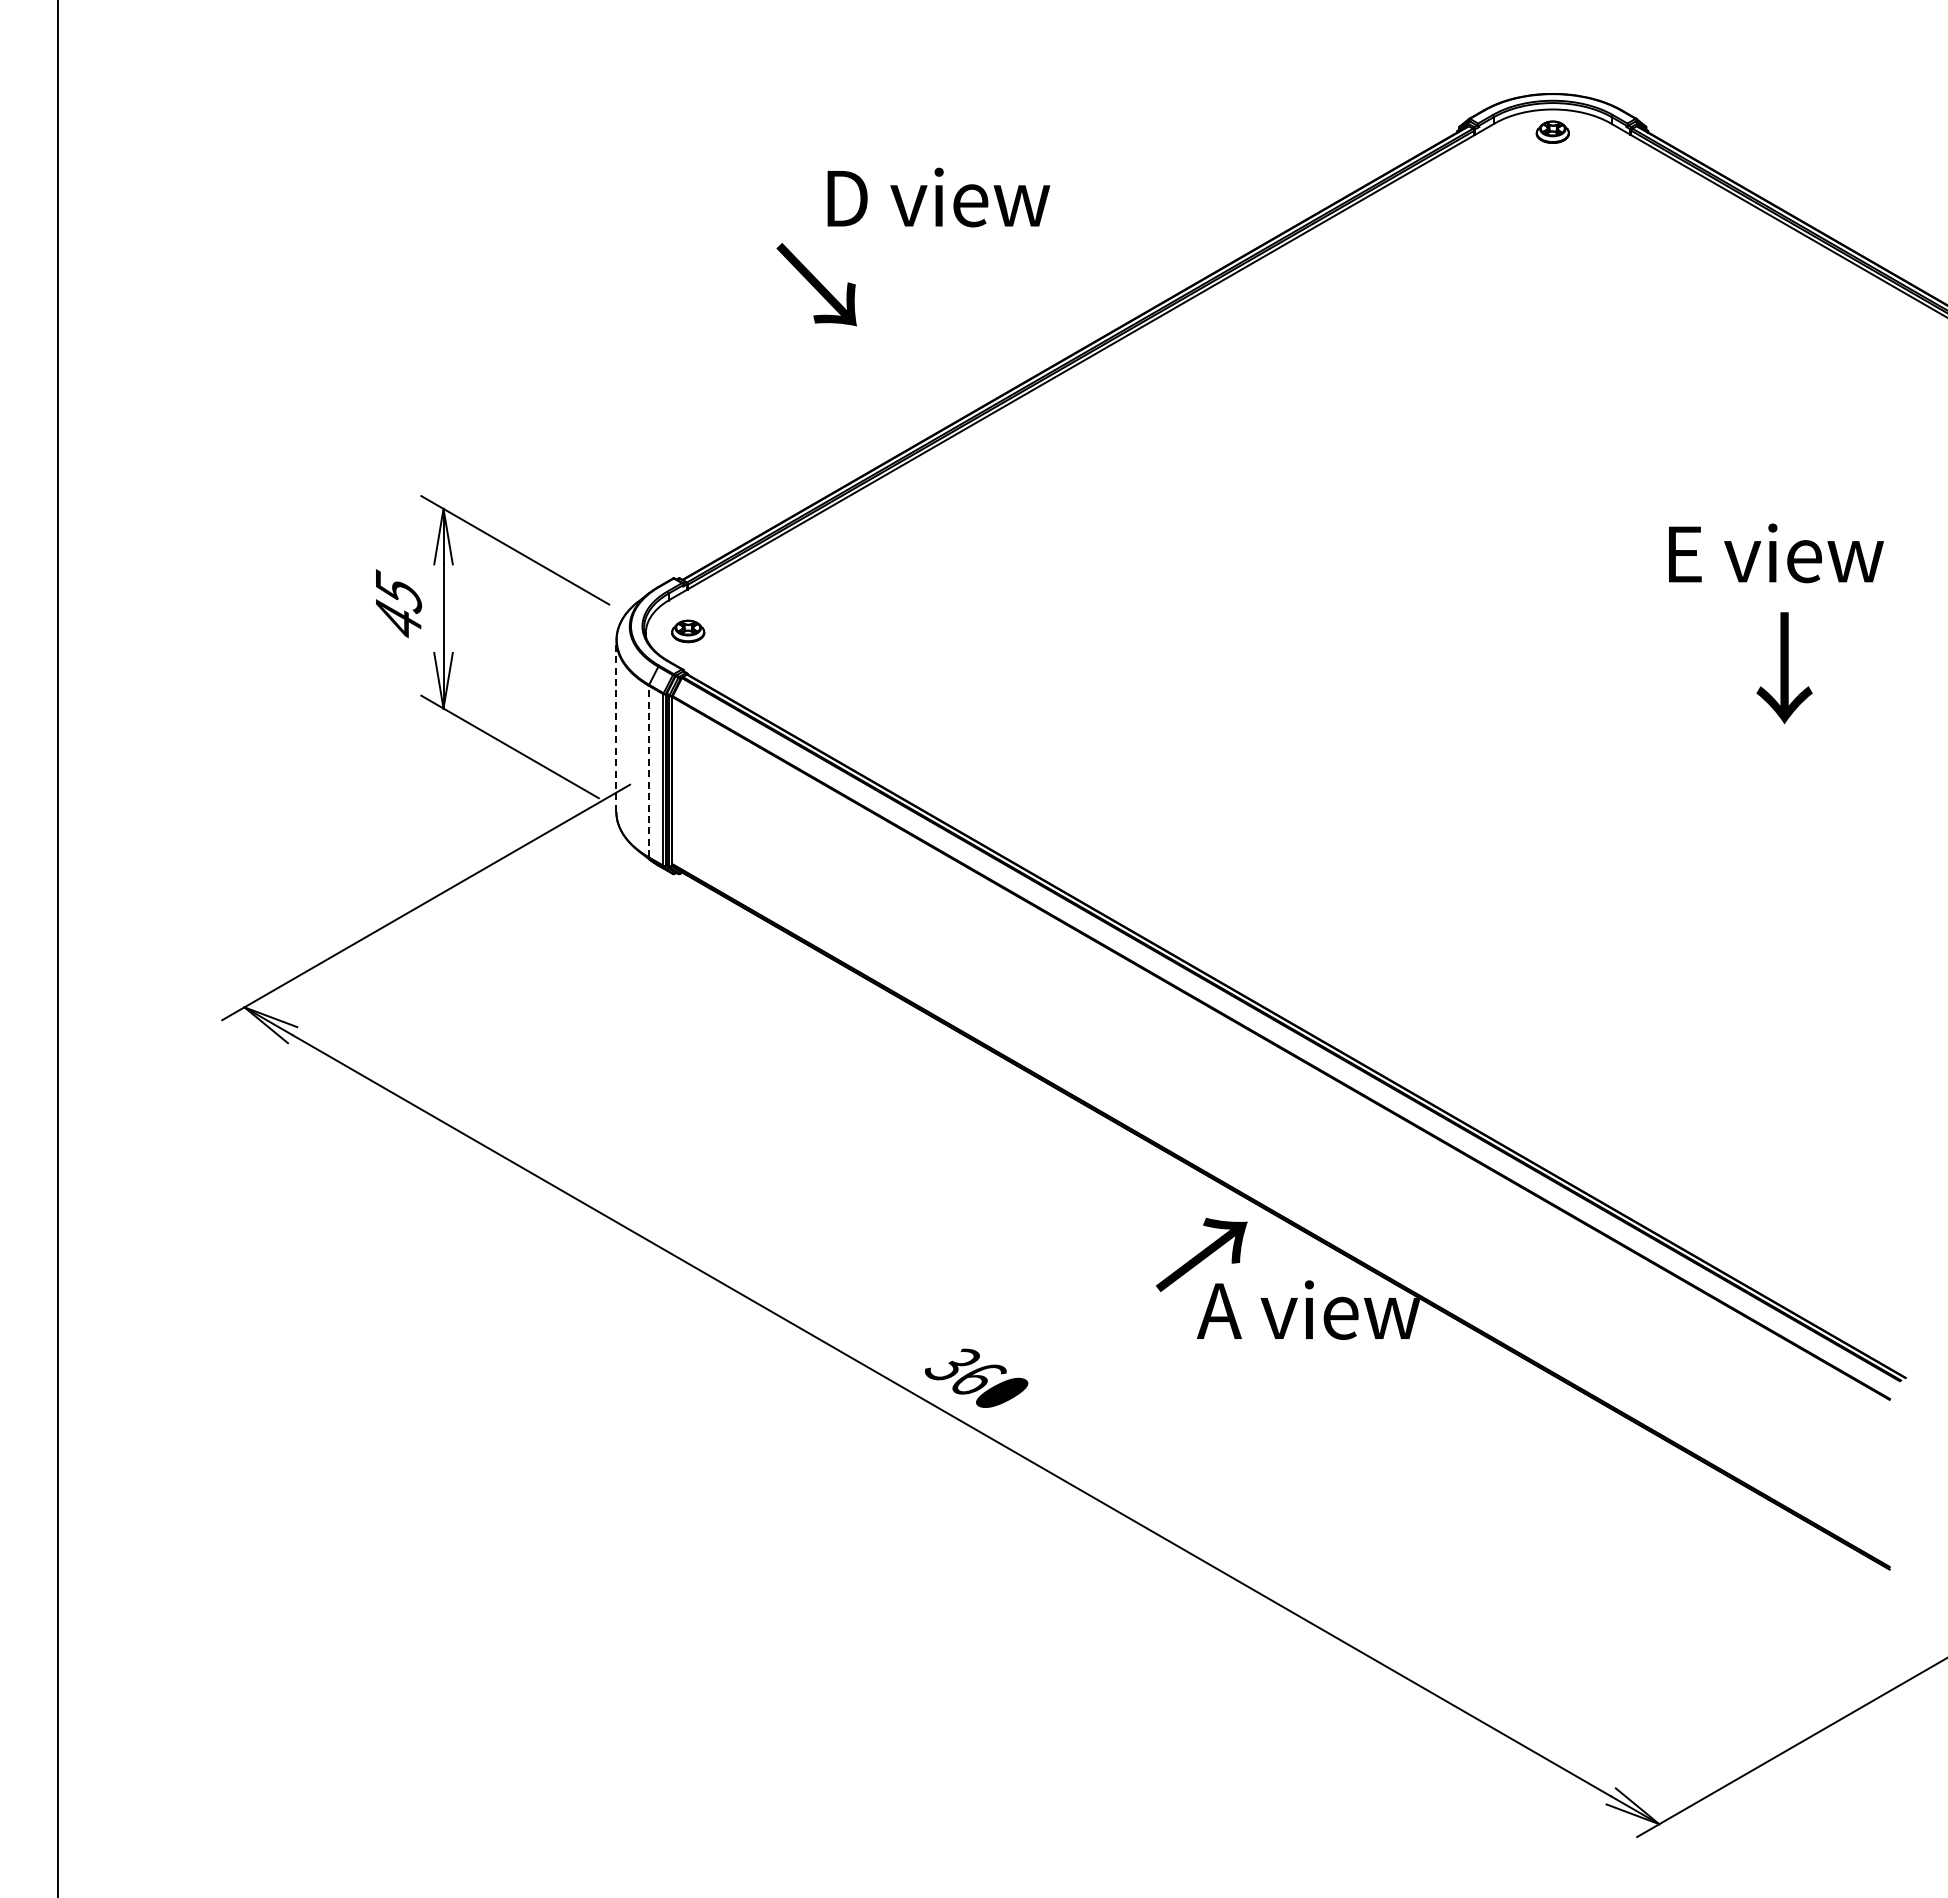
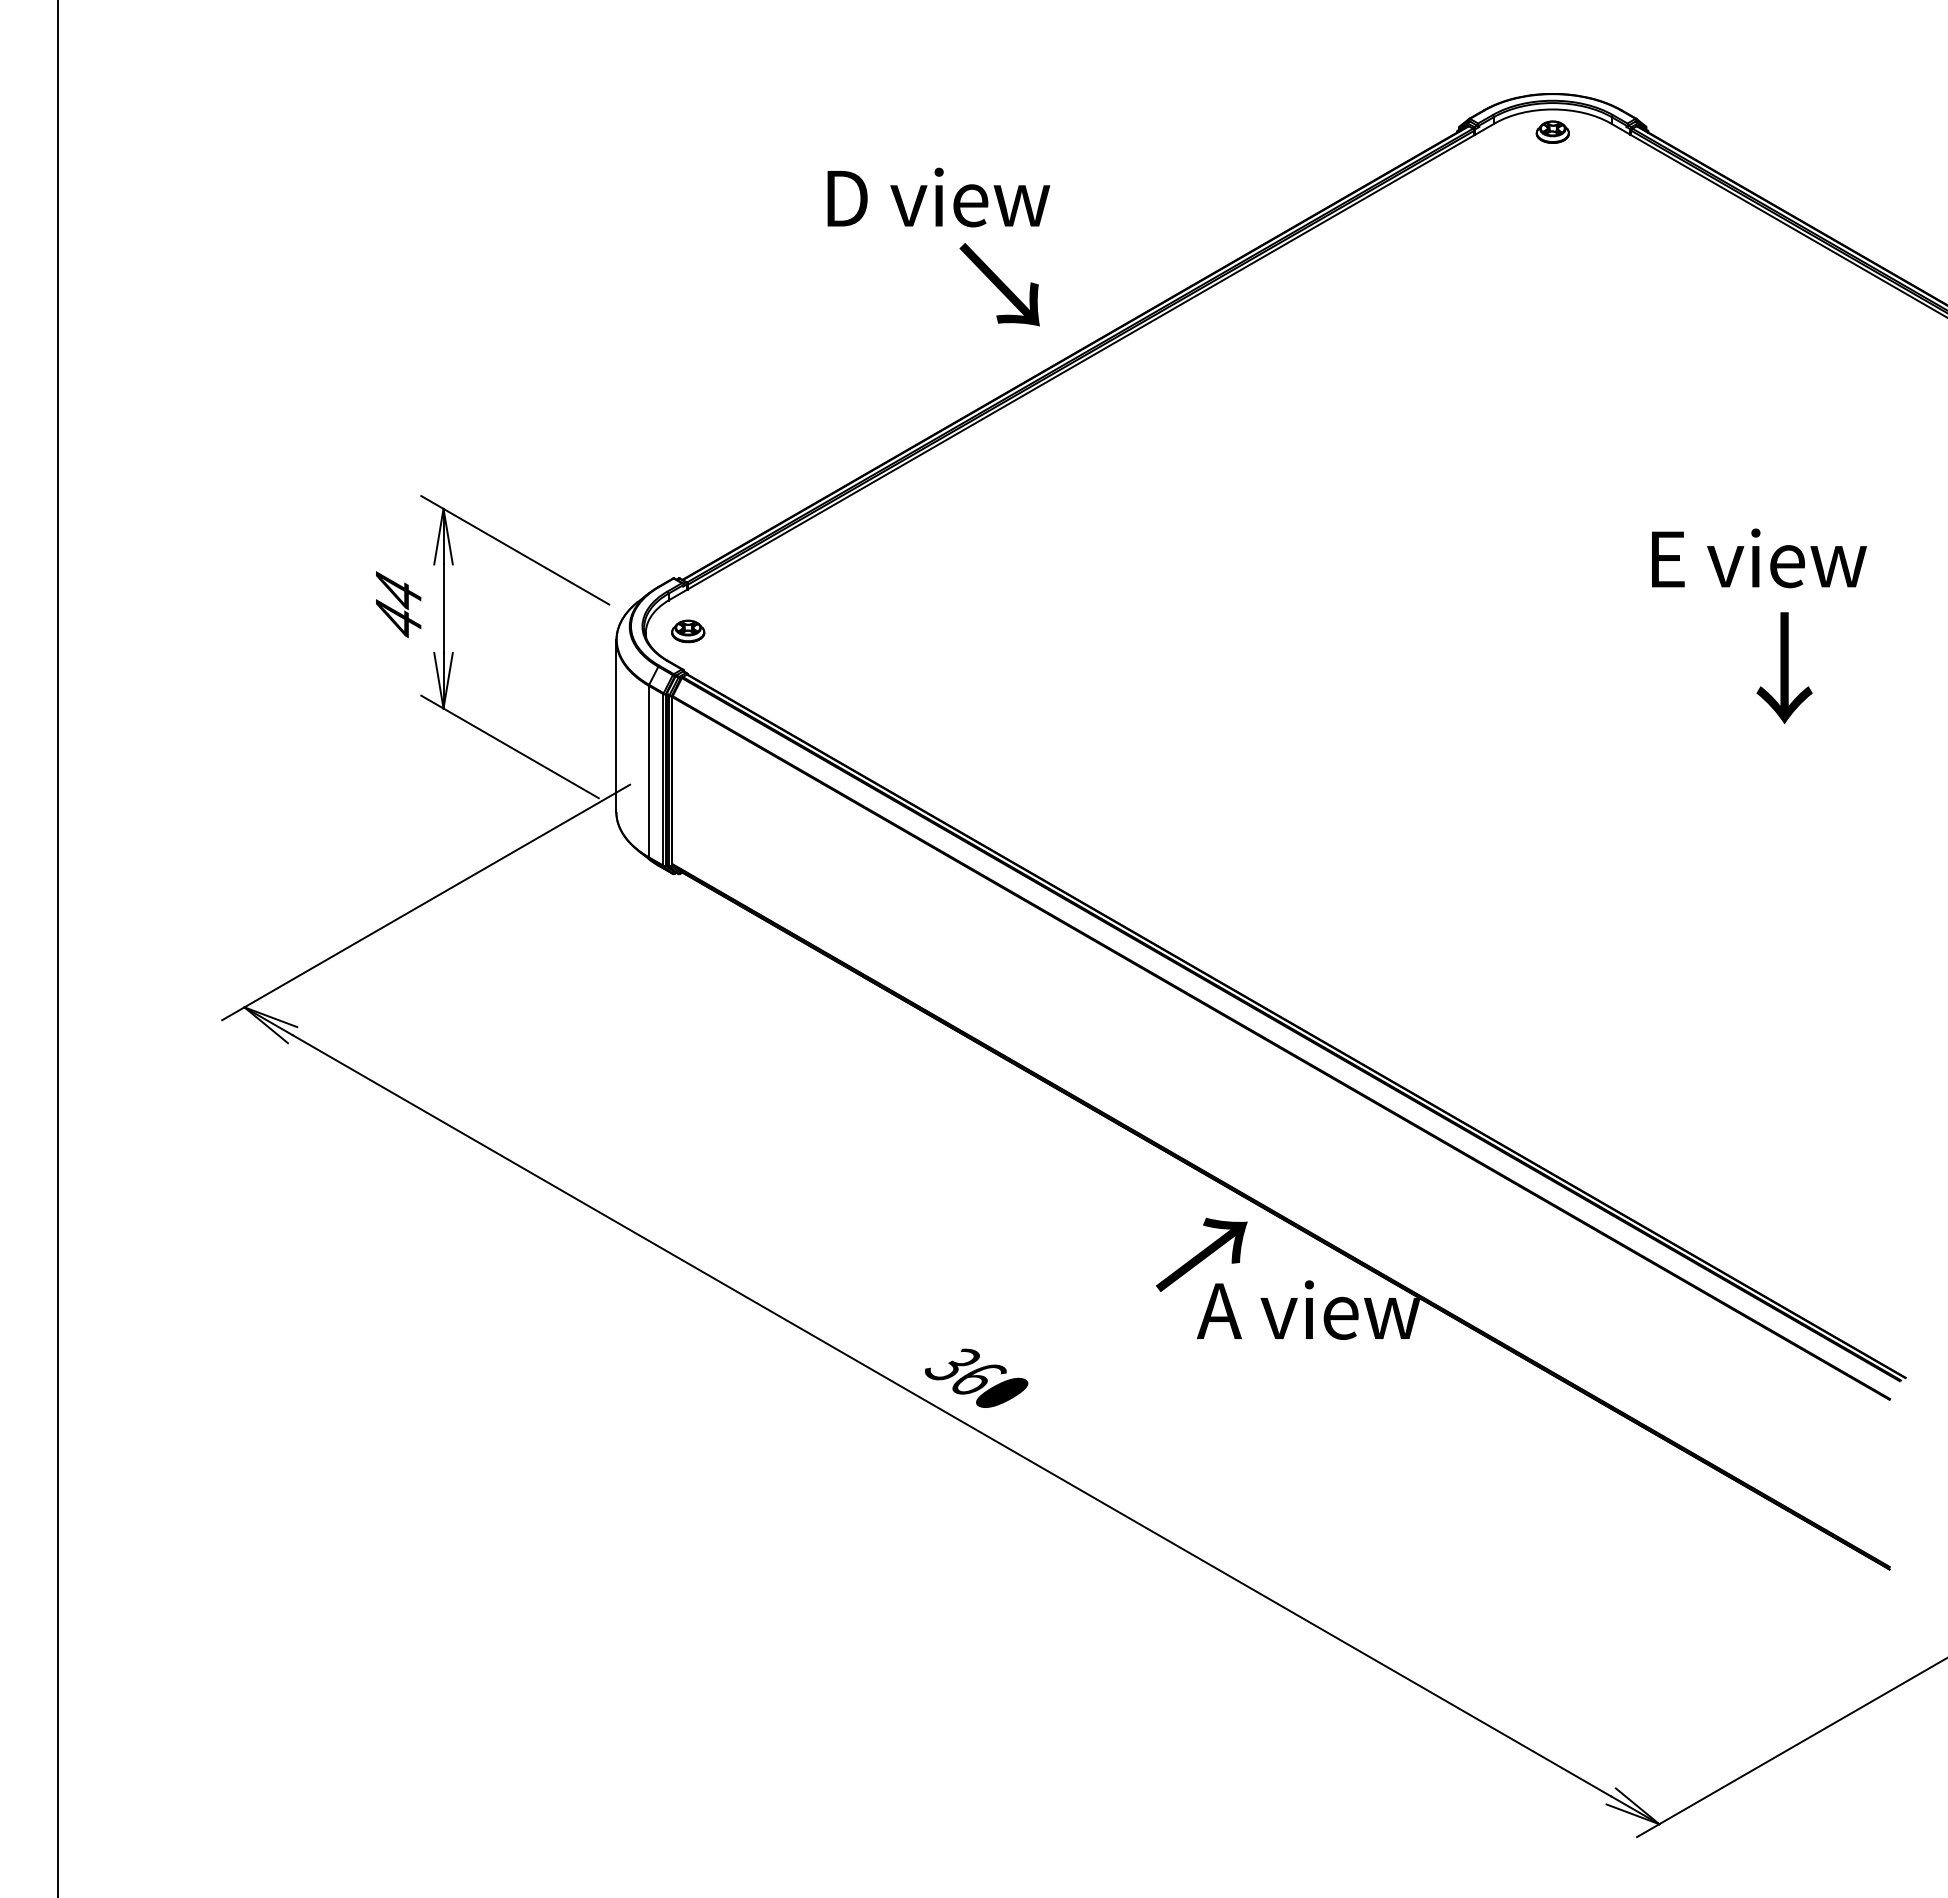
text at (816, 284) position: (816, 284) -> (999, 284)
text at (1776, 553) position: (1776, 553) -> (1759, 558)
text at (399, 591): 45 -> 44
line at (616, 726): dashed -> solid
line at (648, 771): dashed -> solid
